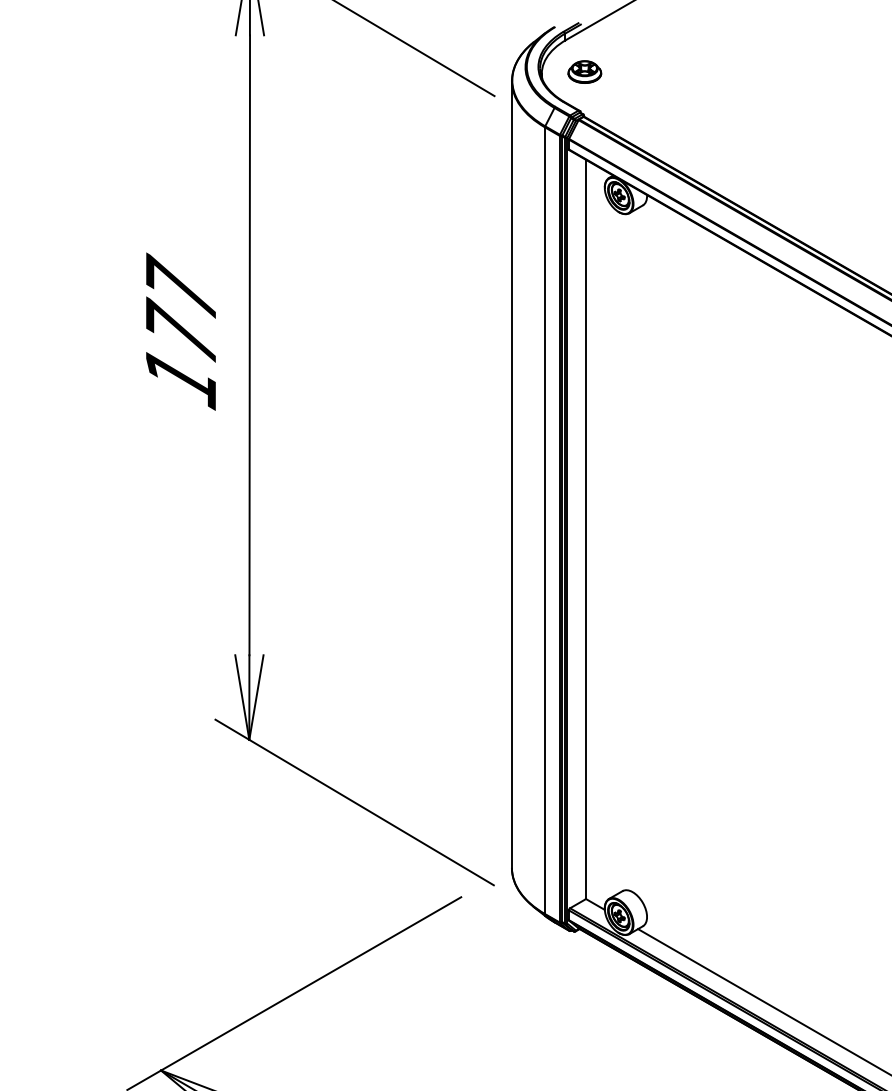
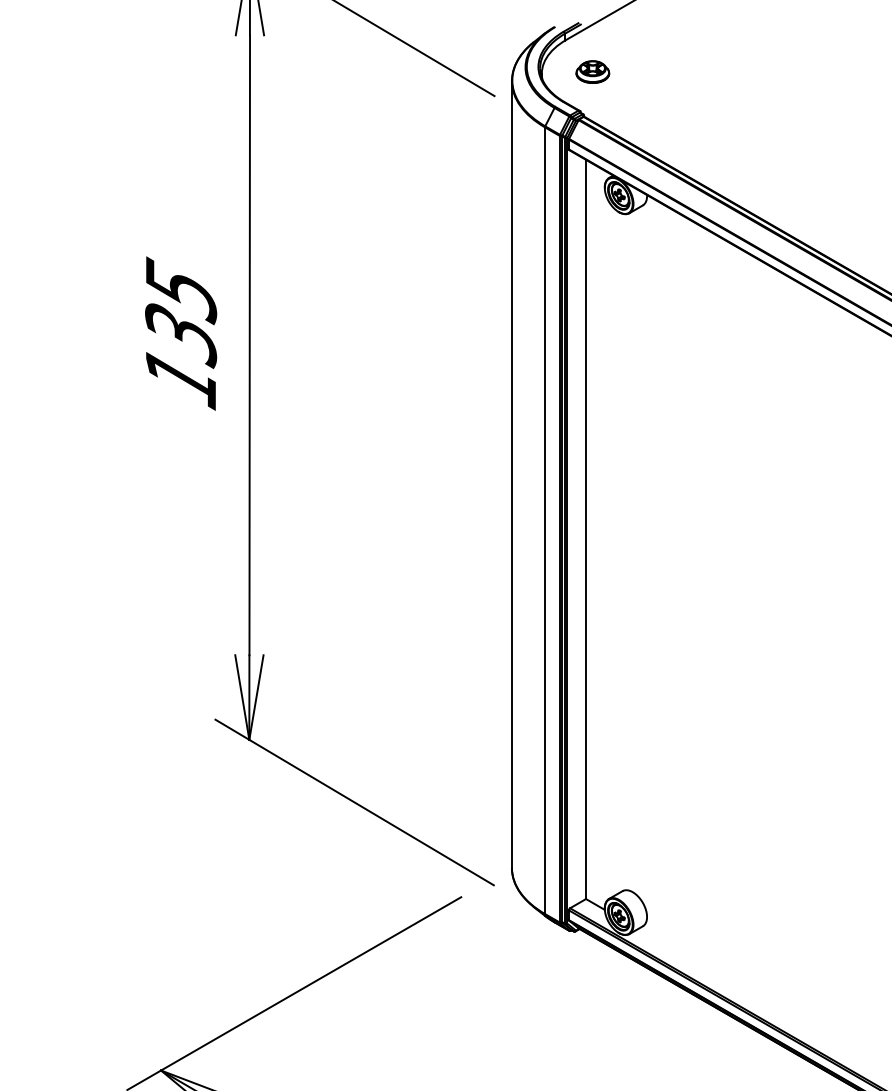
part at (584, 71) position: (584, 71) -> (592, 71)
text at (181, 310): 177 -> 135
line at (763, 1001): present -> none
